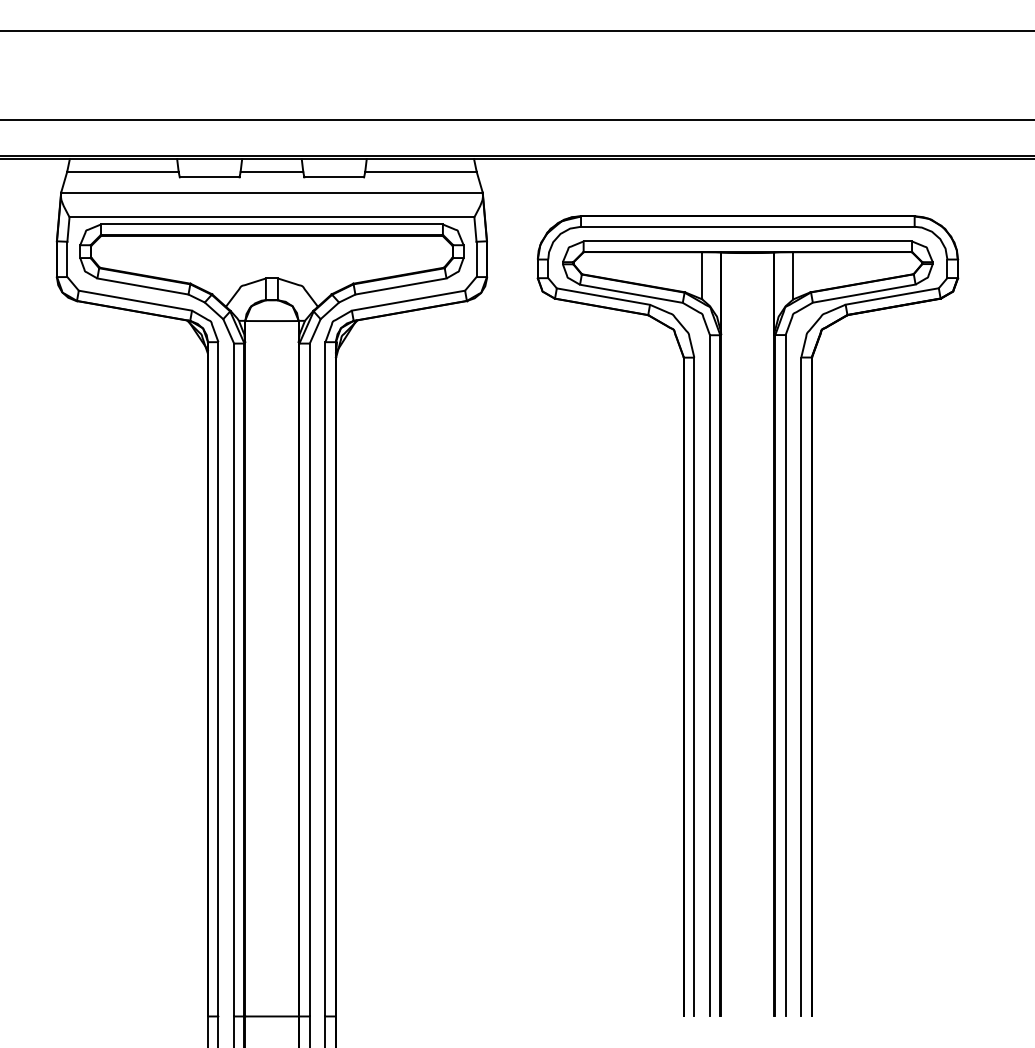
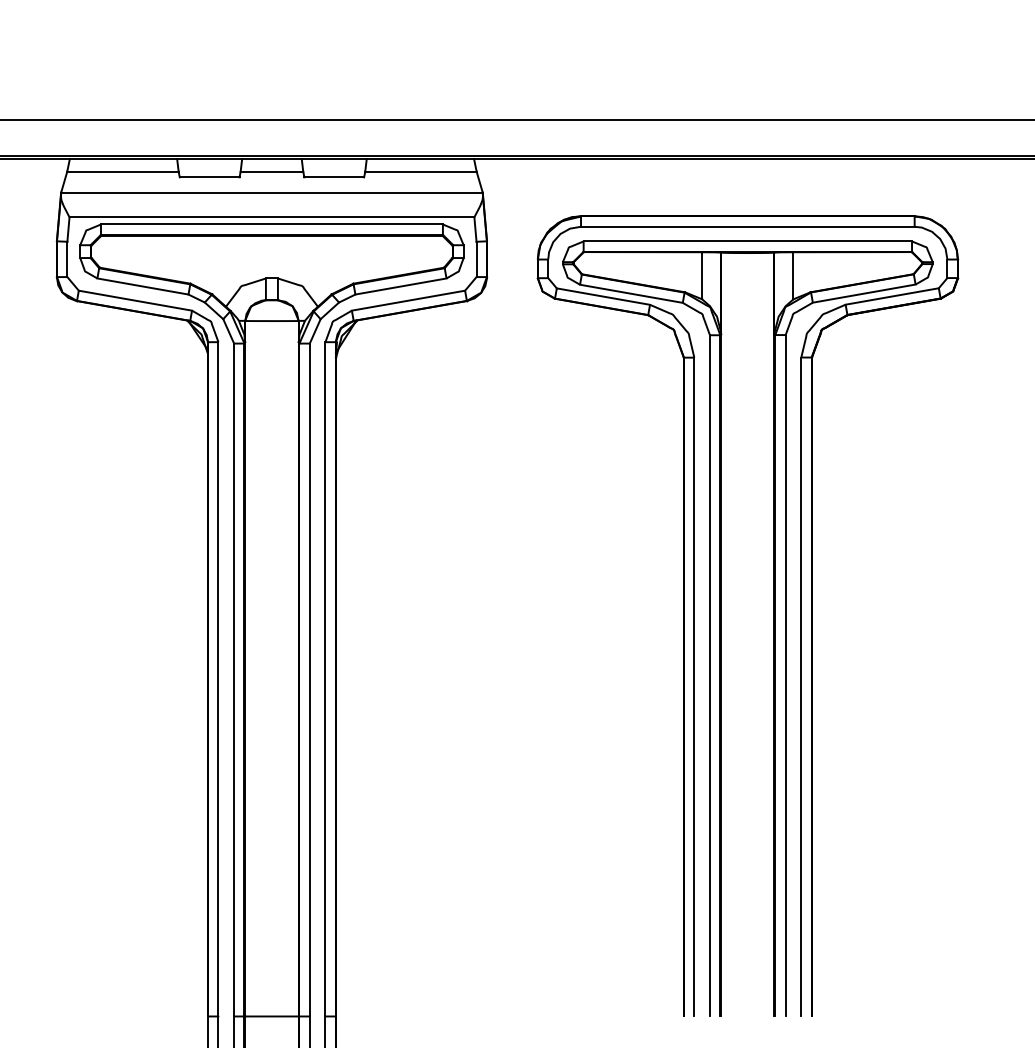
line at (516, 31): present -> none
